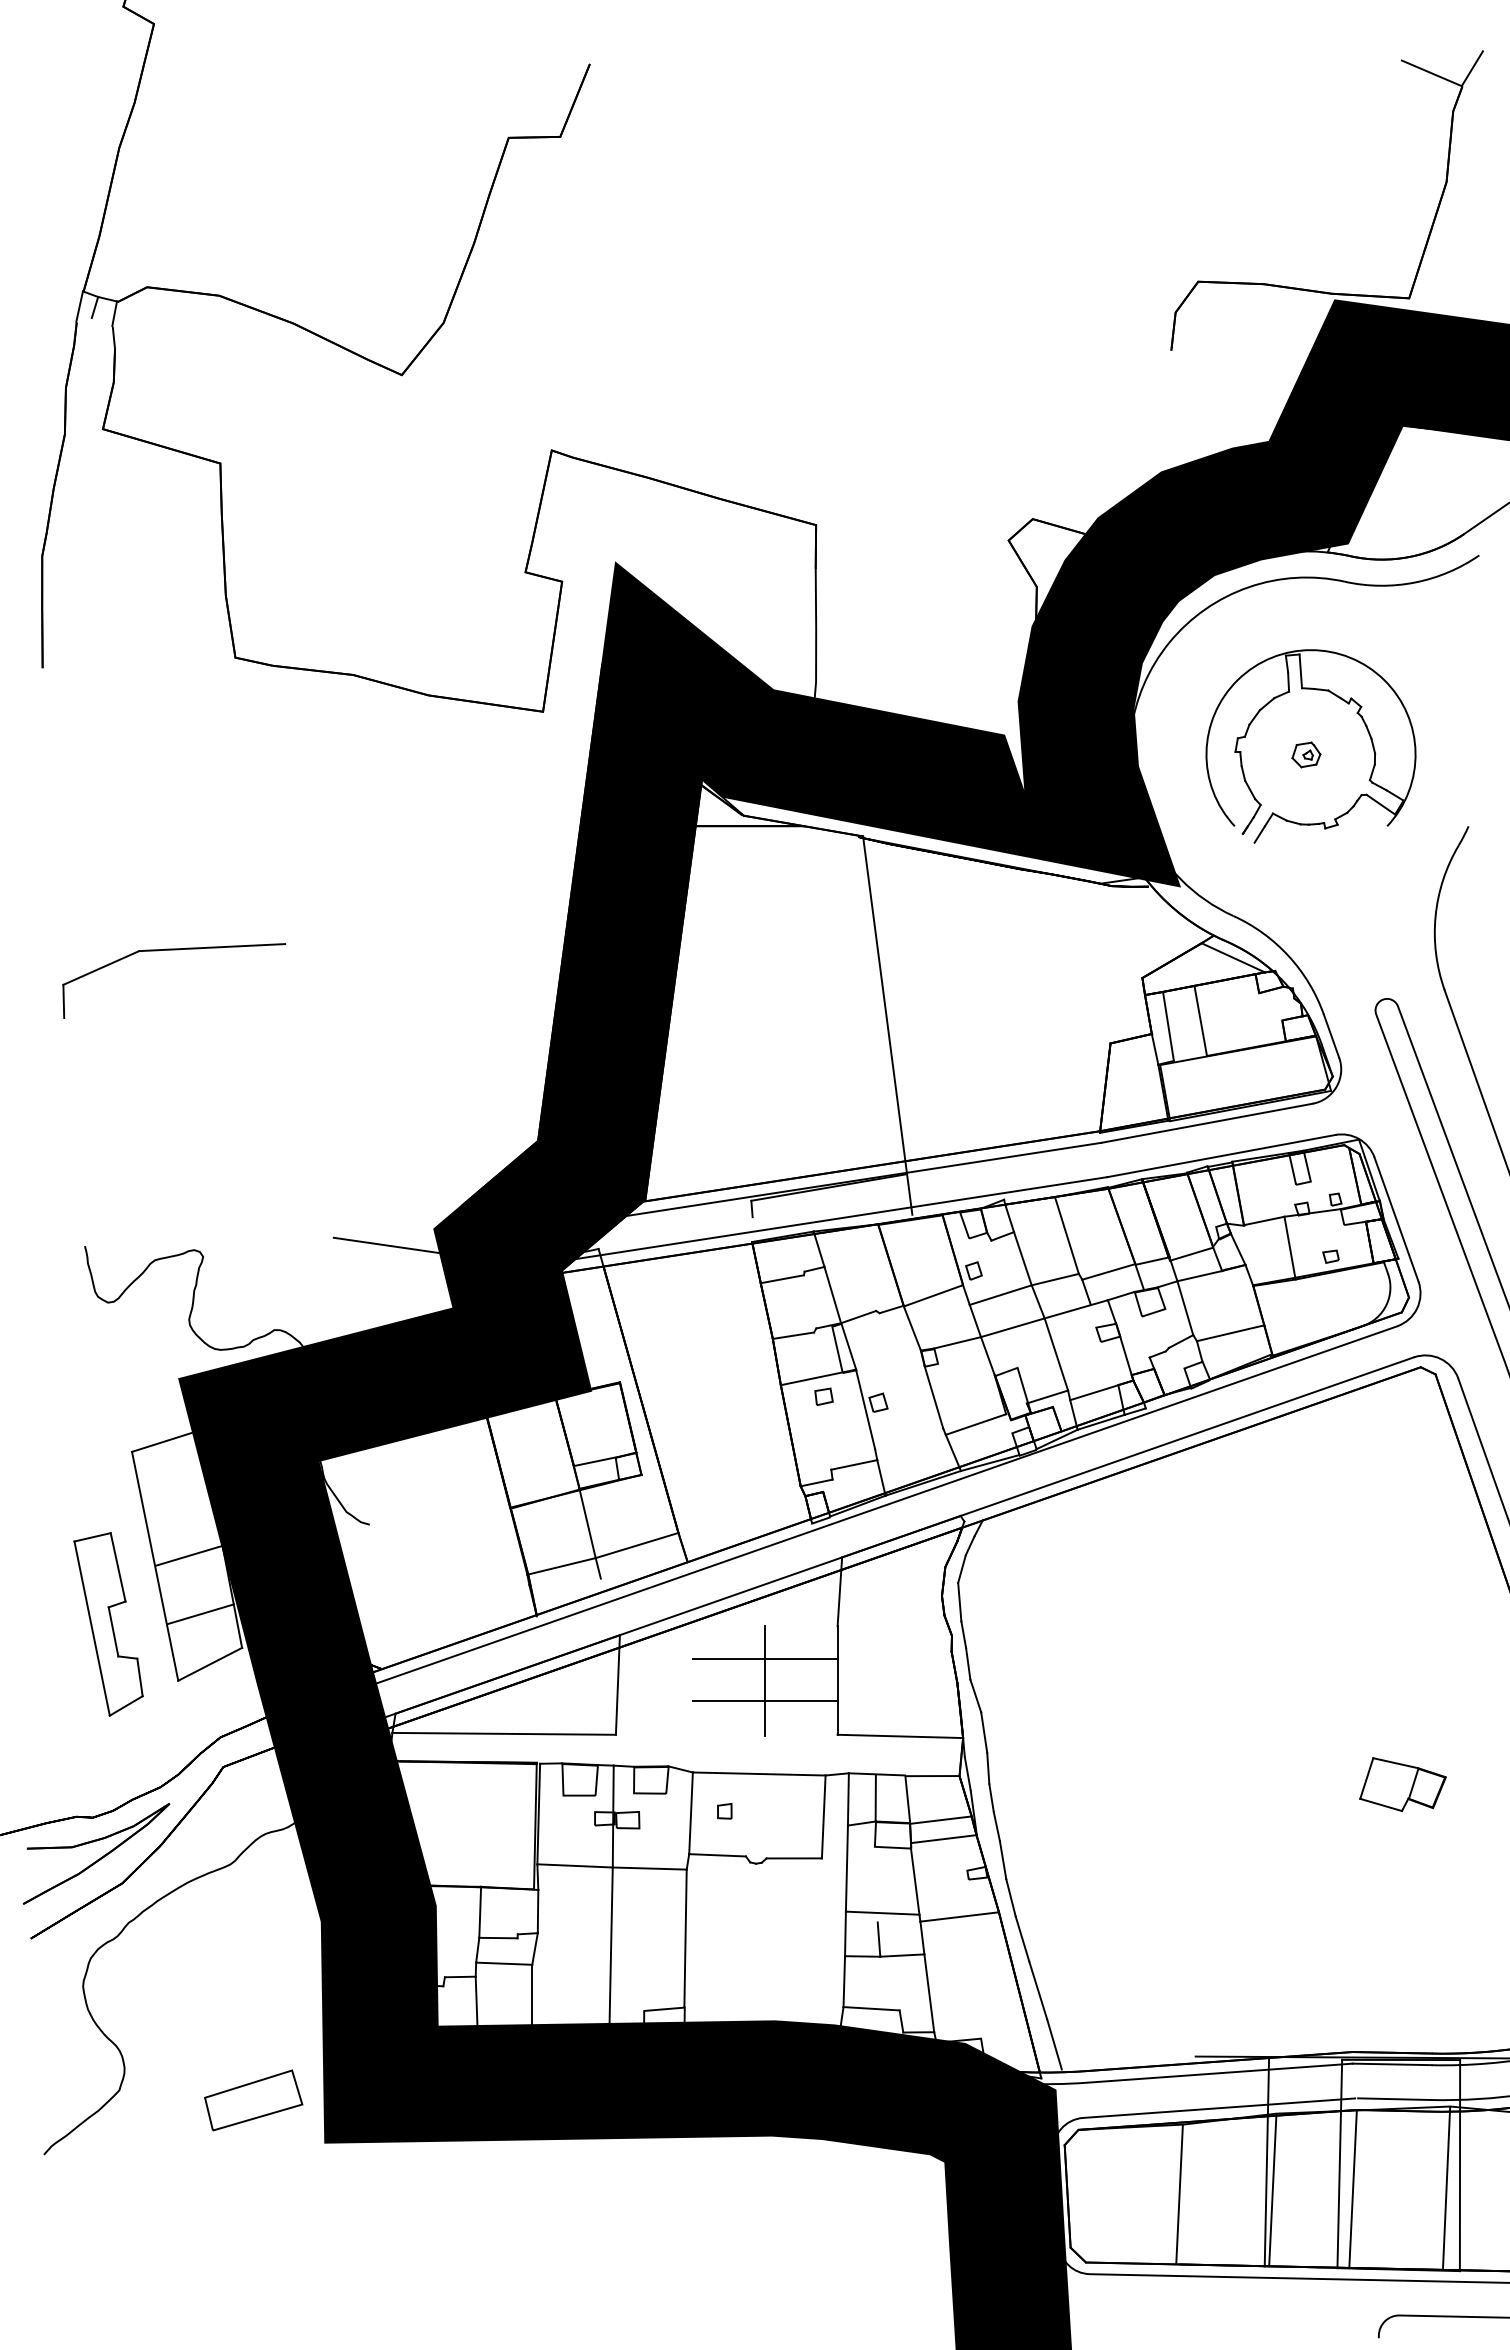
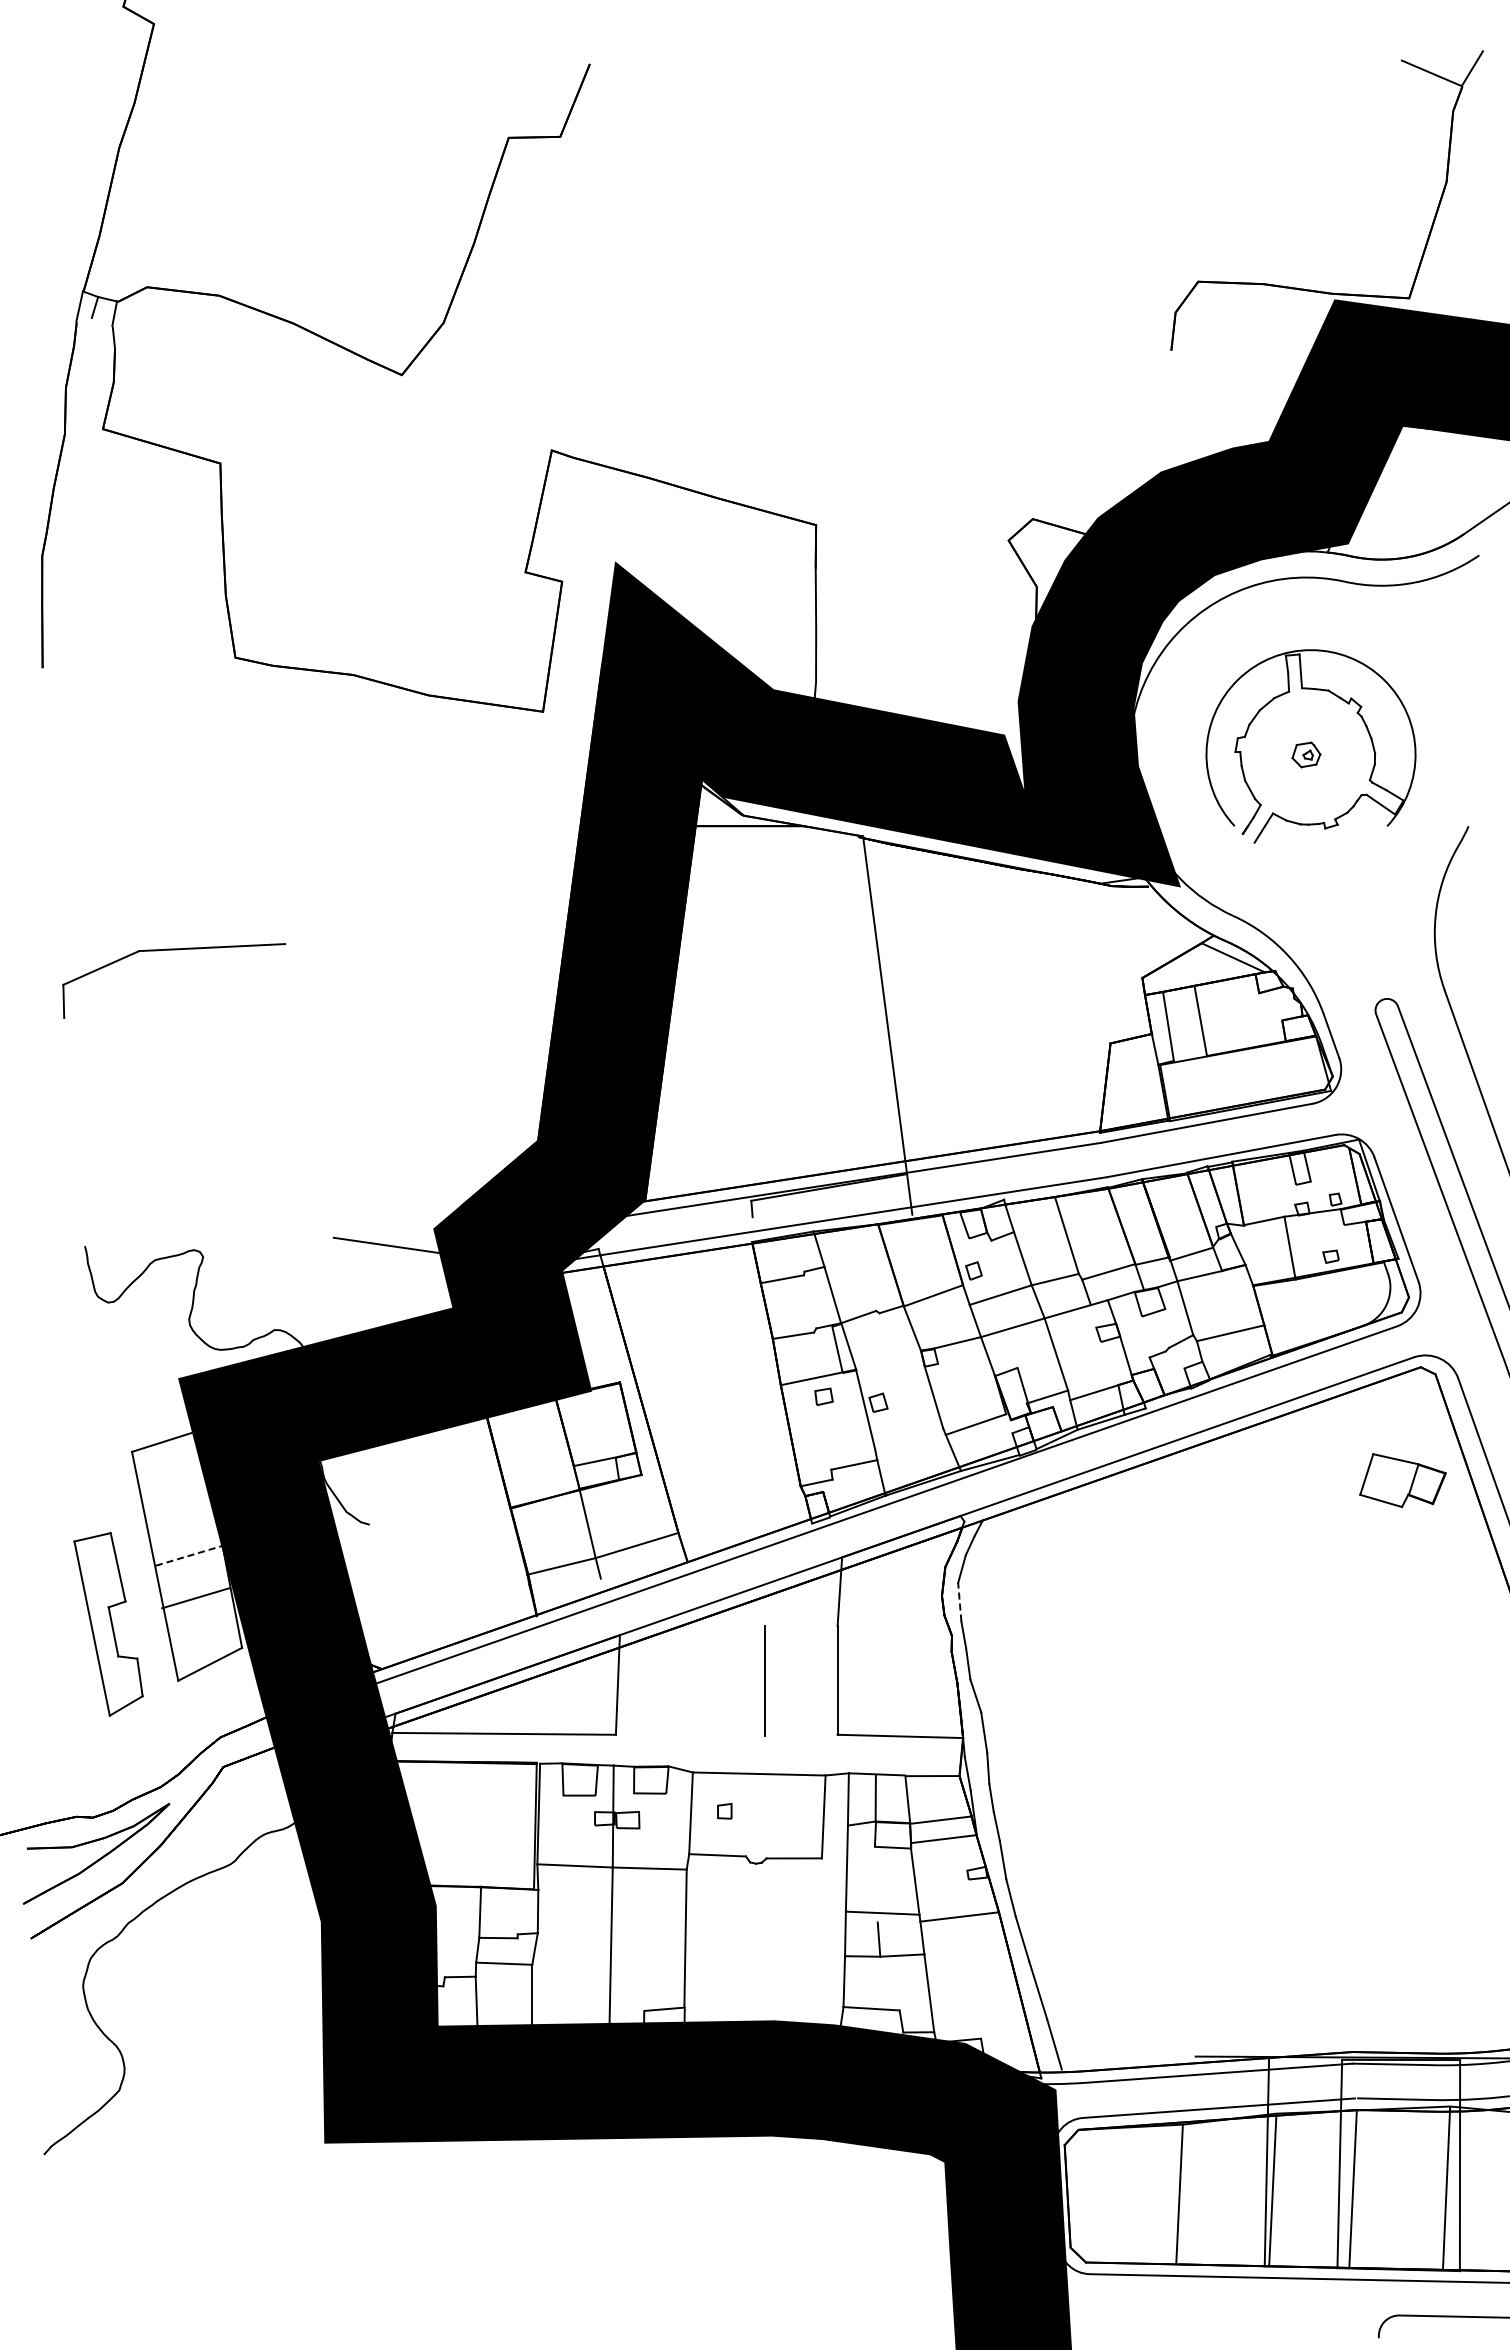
line at (189, 1555): solid -> dashed
line at (959, 1601): solid -> dashed
line at (200, 1614) position: (200, 1614) -> (195, 1598)
line at (765, 1659): present -> none
line at (765, 1701): present -> none
part at (1402, 1784) position: (1402, 1784) -> (1402, 1480)
part at (253, 2100): present -> none
